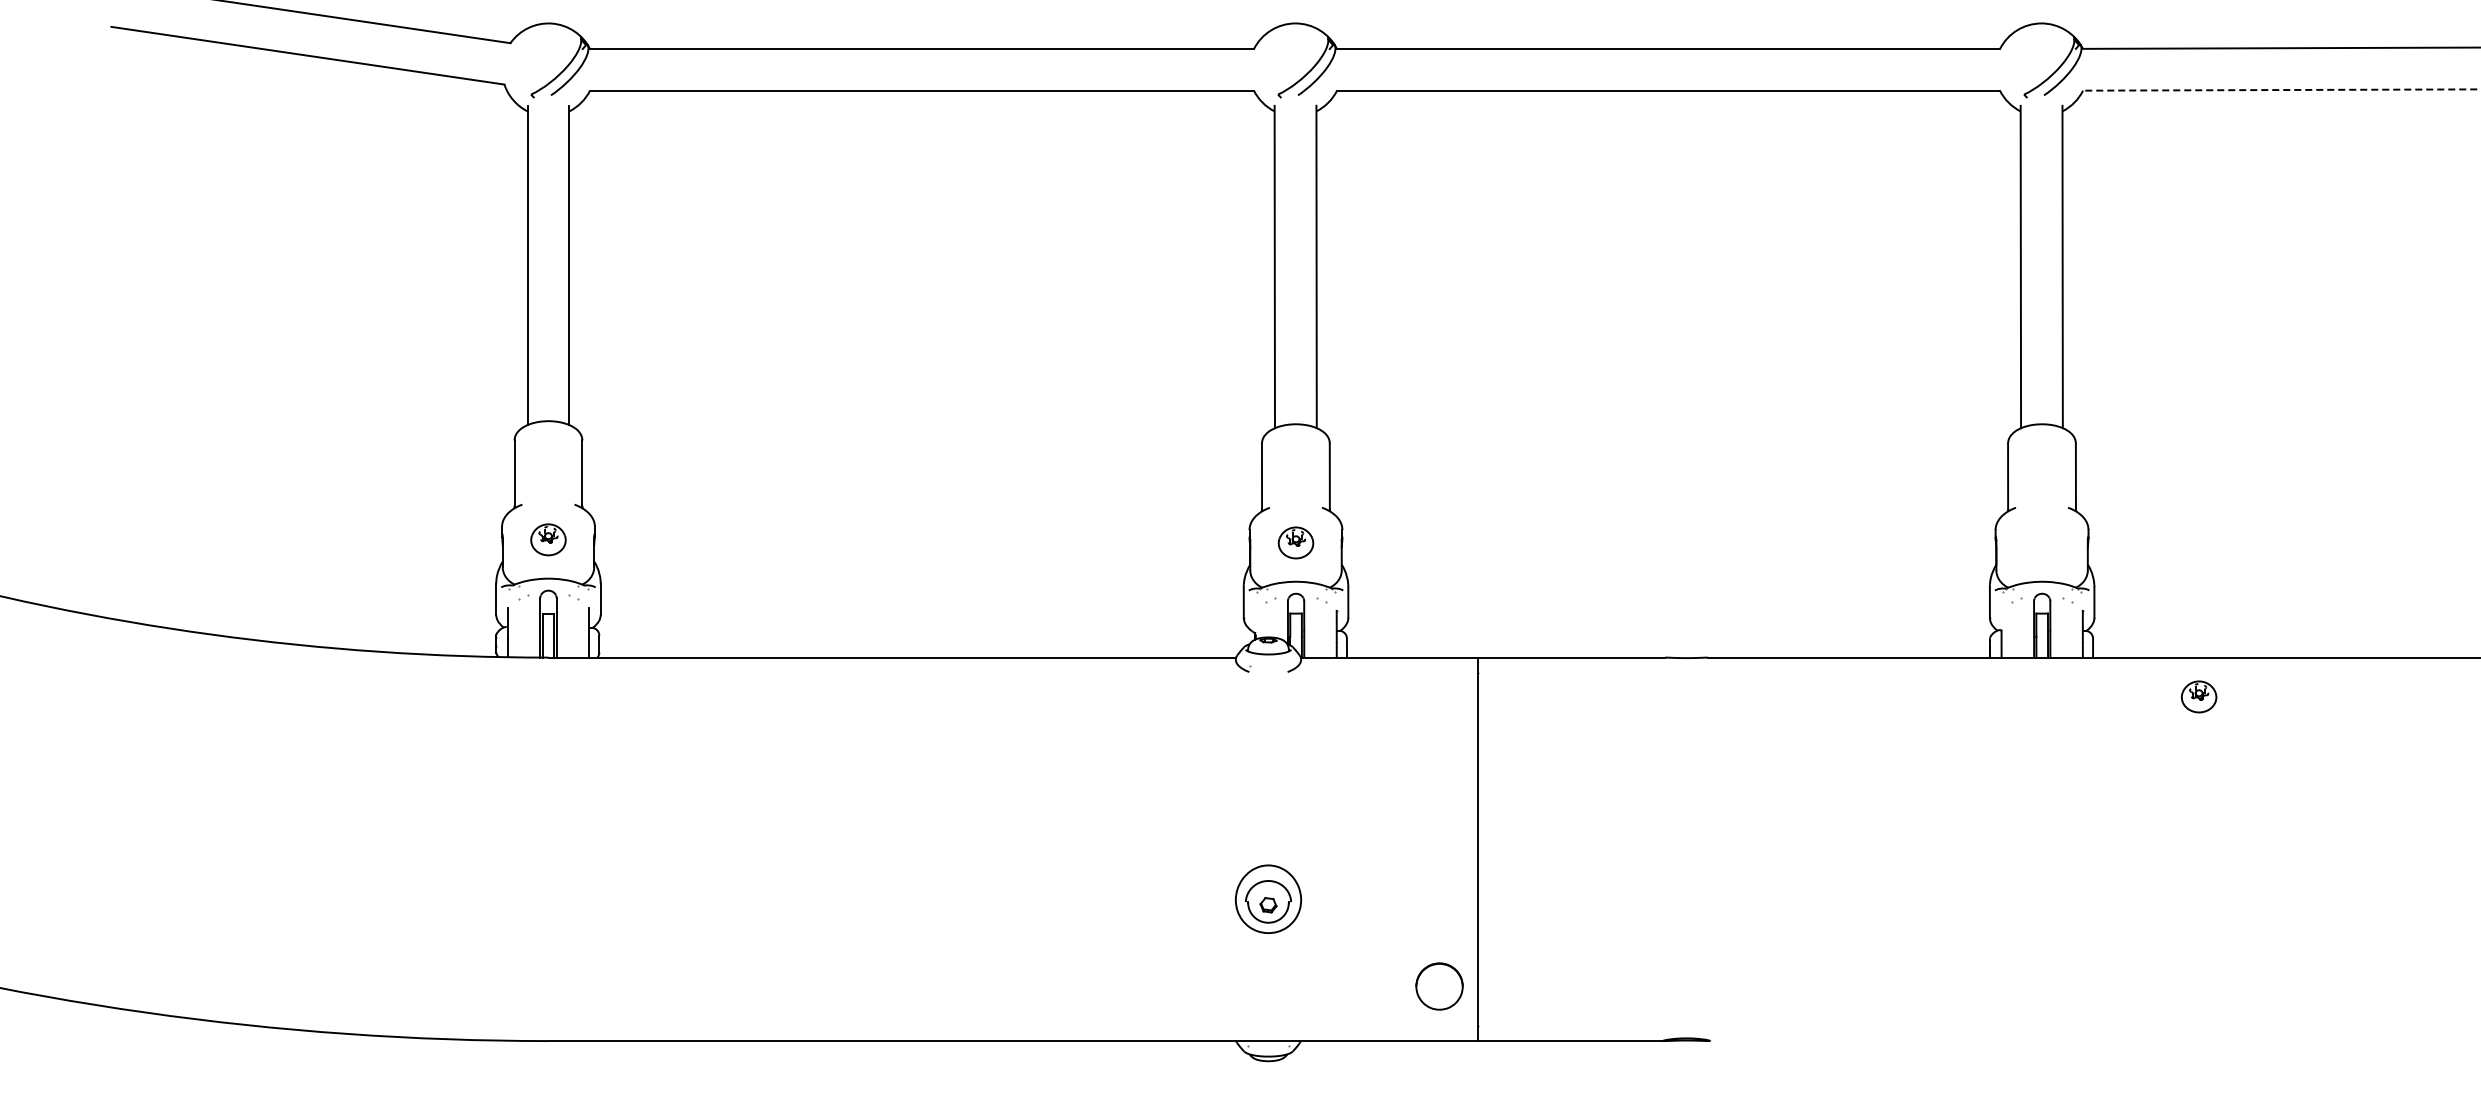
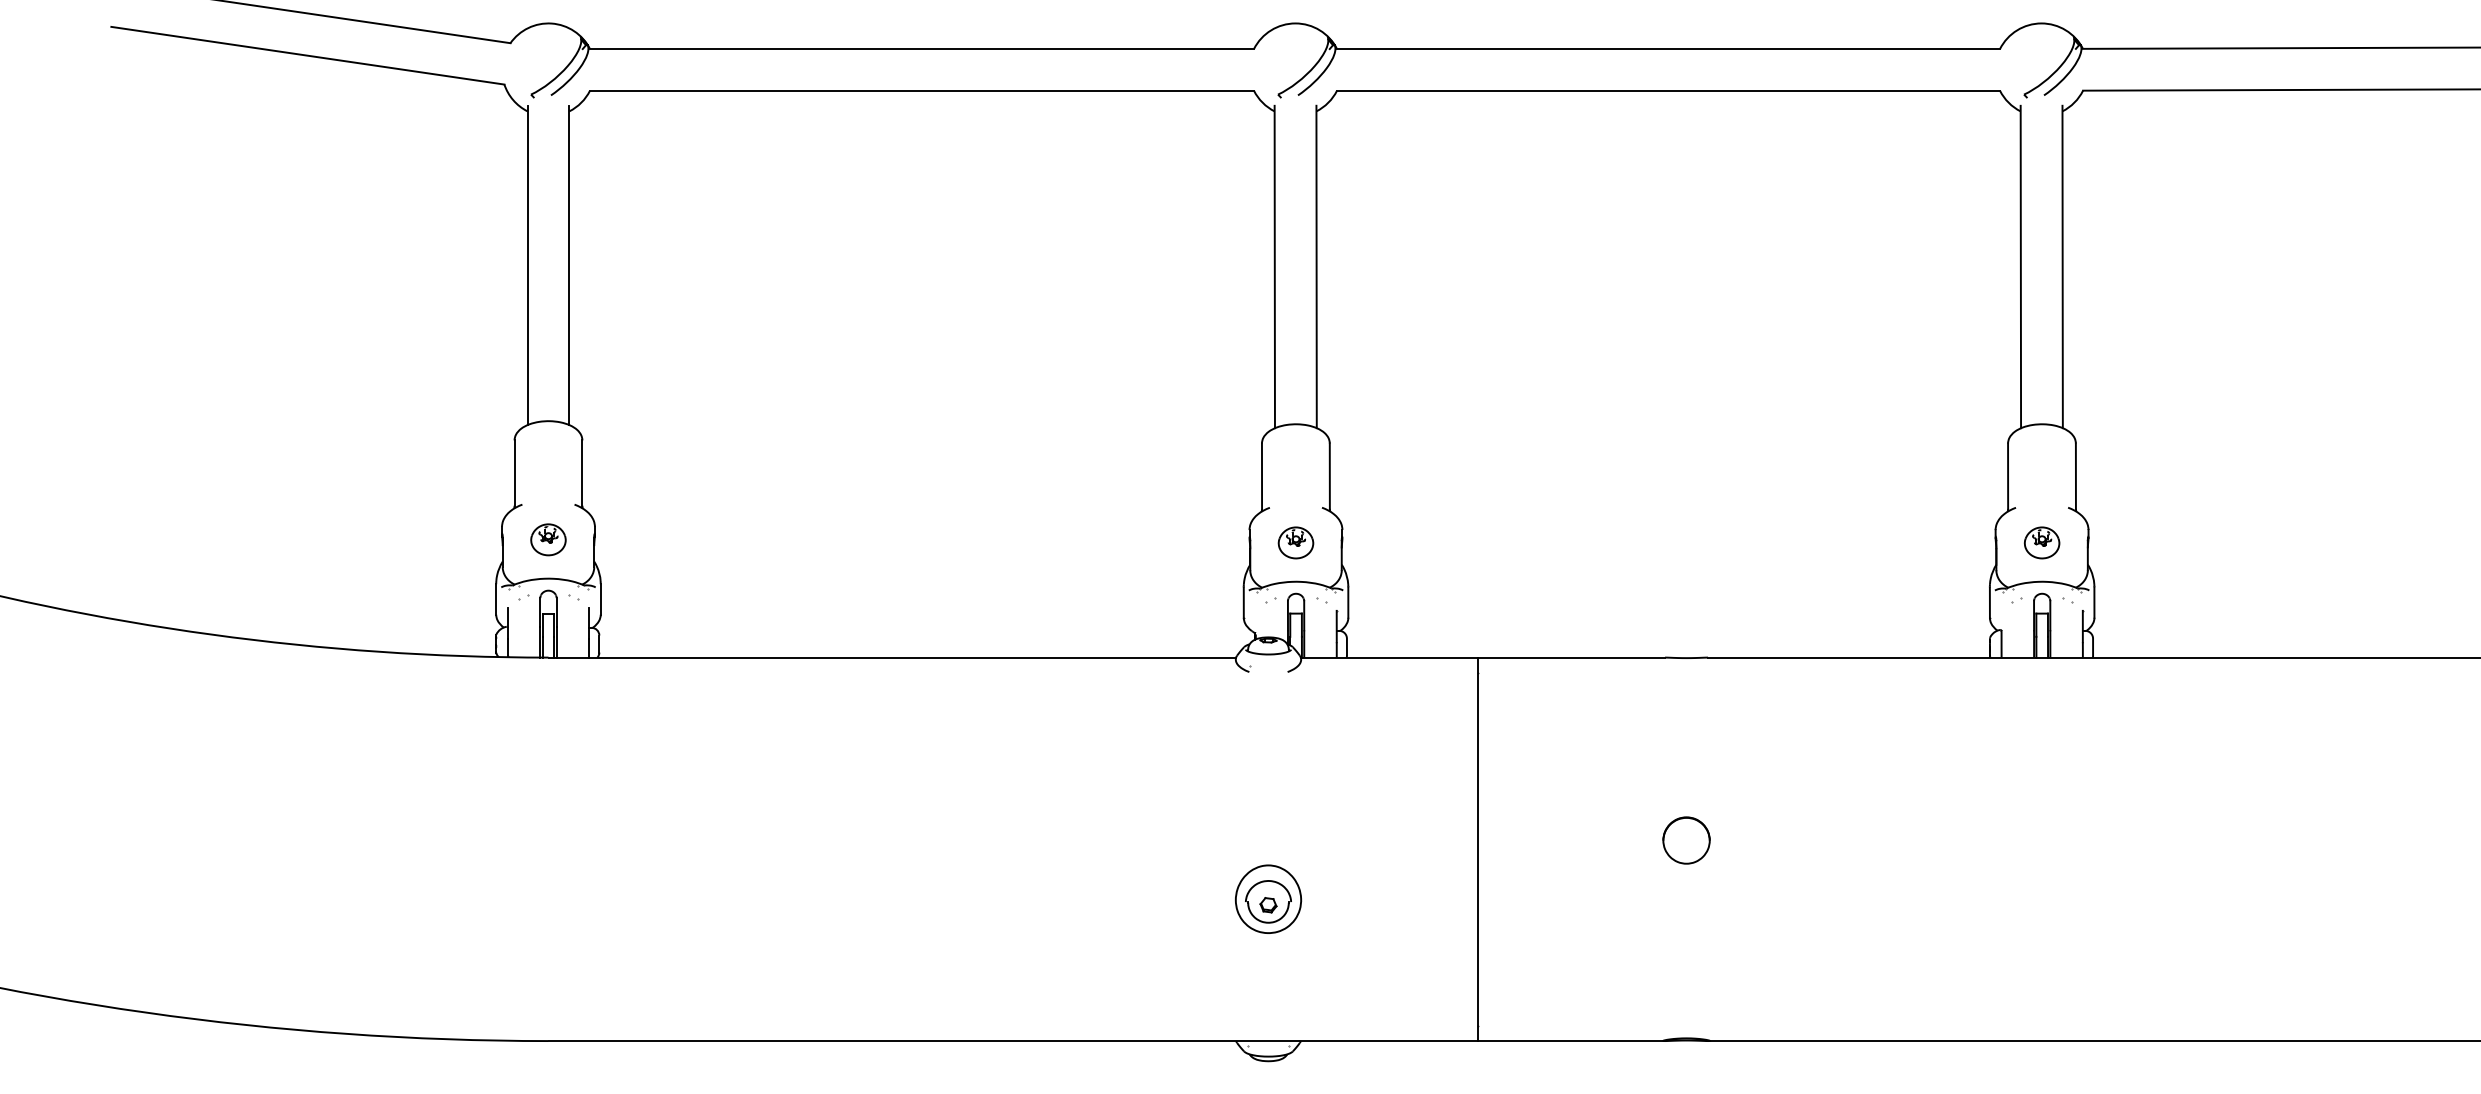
line at (2281, 90): dashed -> solid
part at (2198, 696) position: (2198, 696) -> (2041, 542)
part at (1439, 986) position: (1439, 986) -> (1686, 840)
line at (2092, 1041): none -> present
